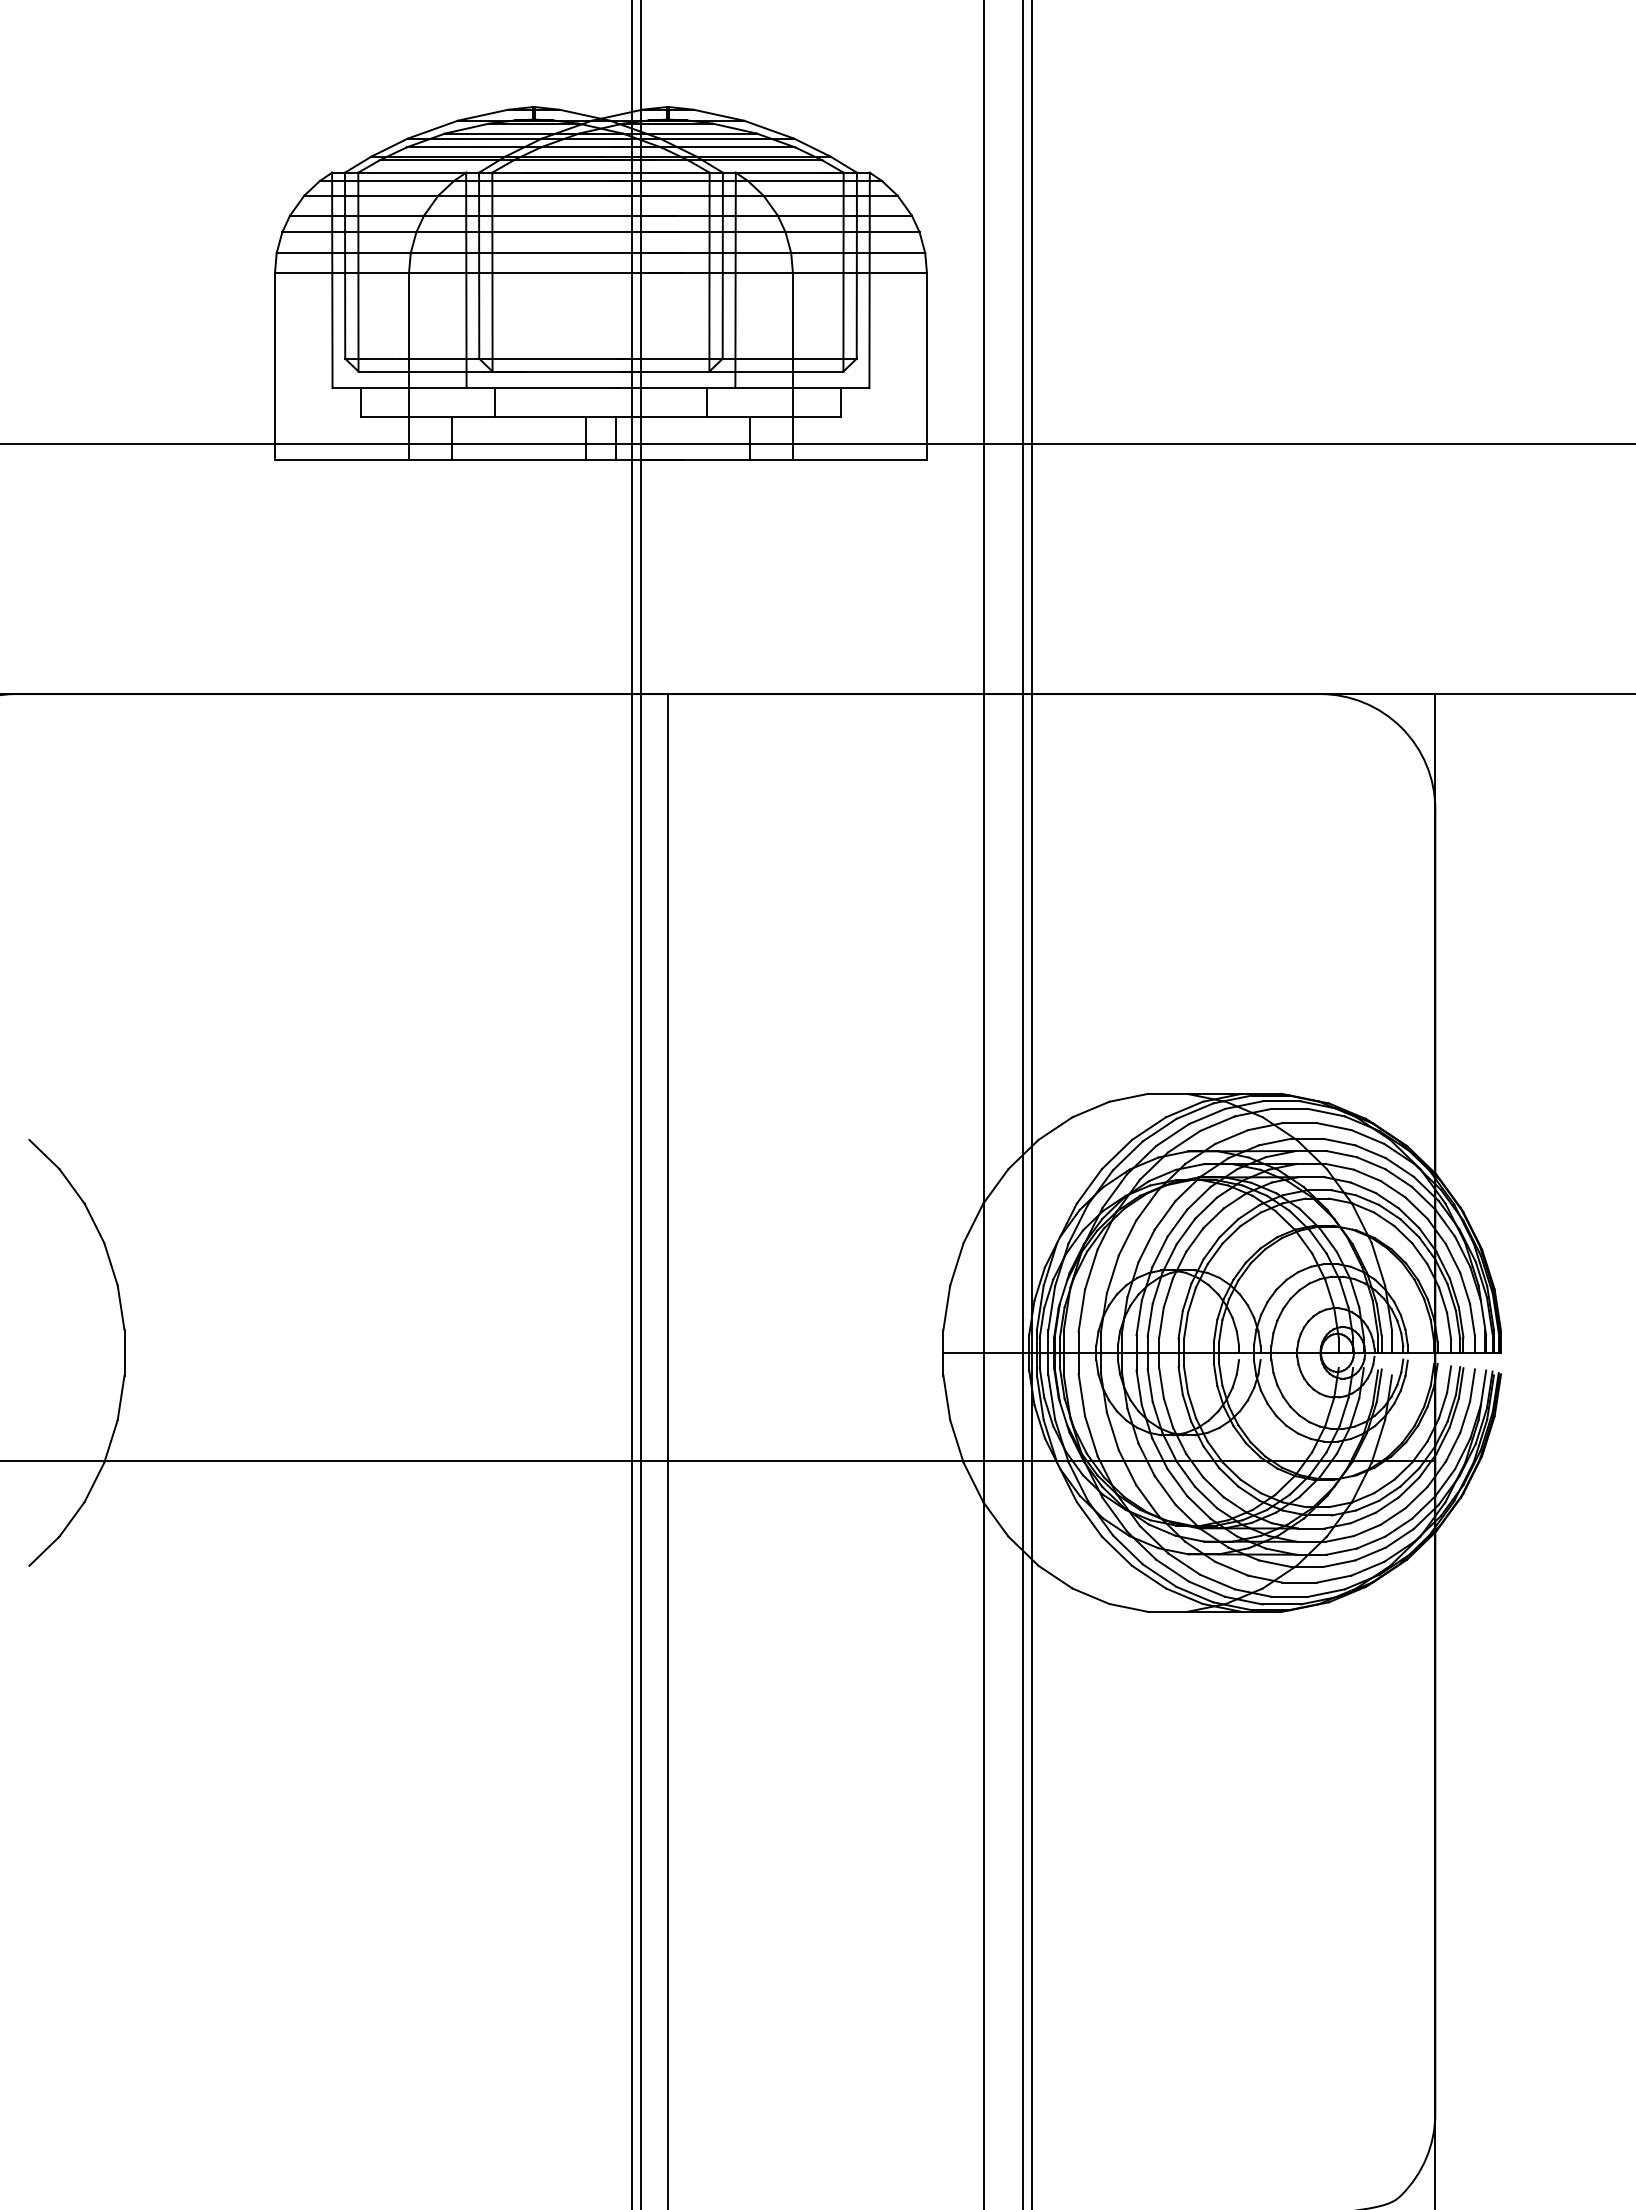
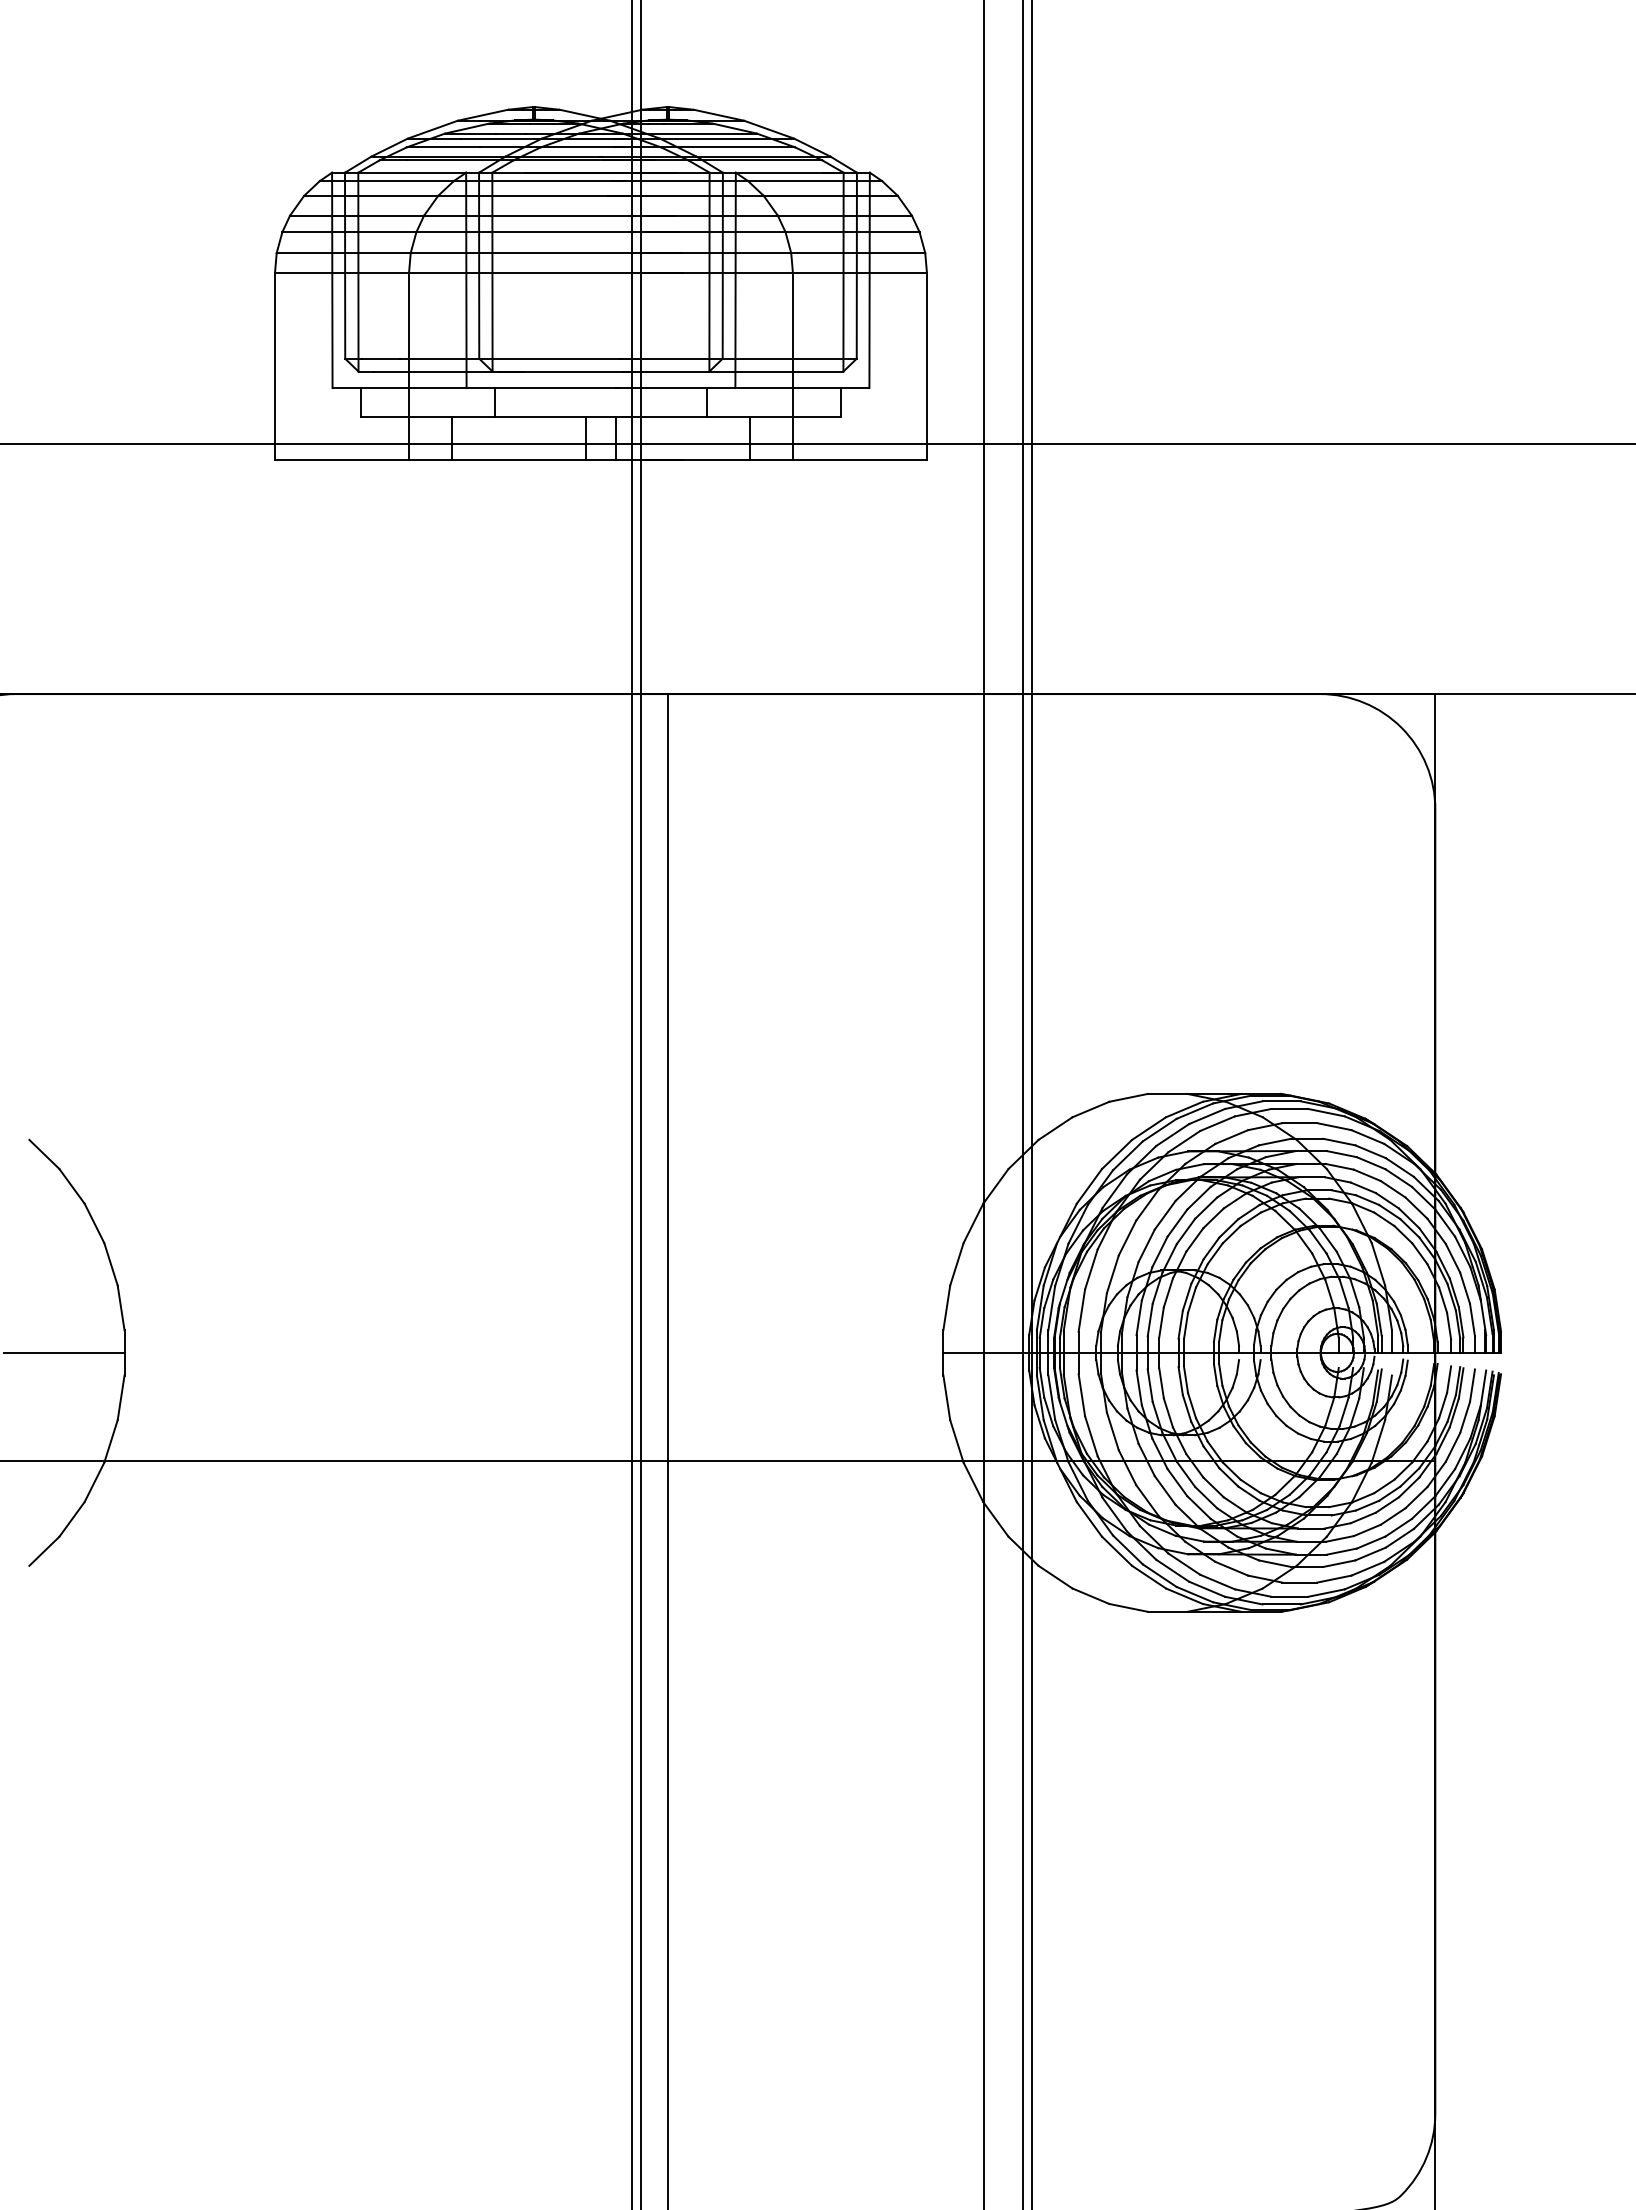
line at (64, 1352): none -> present
